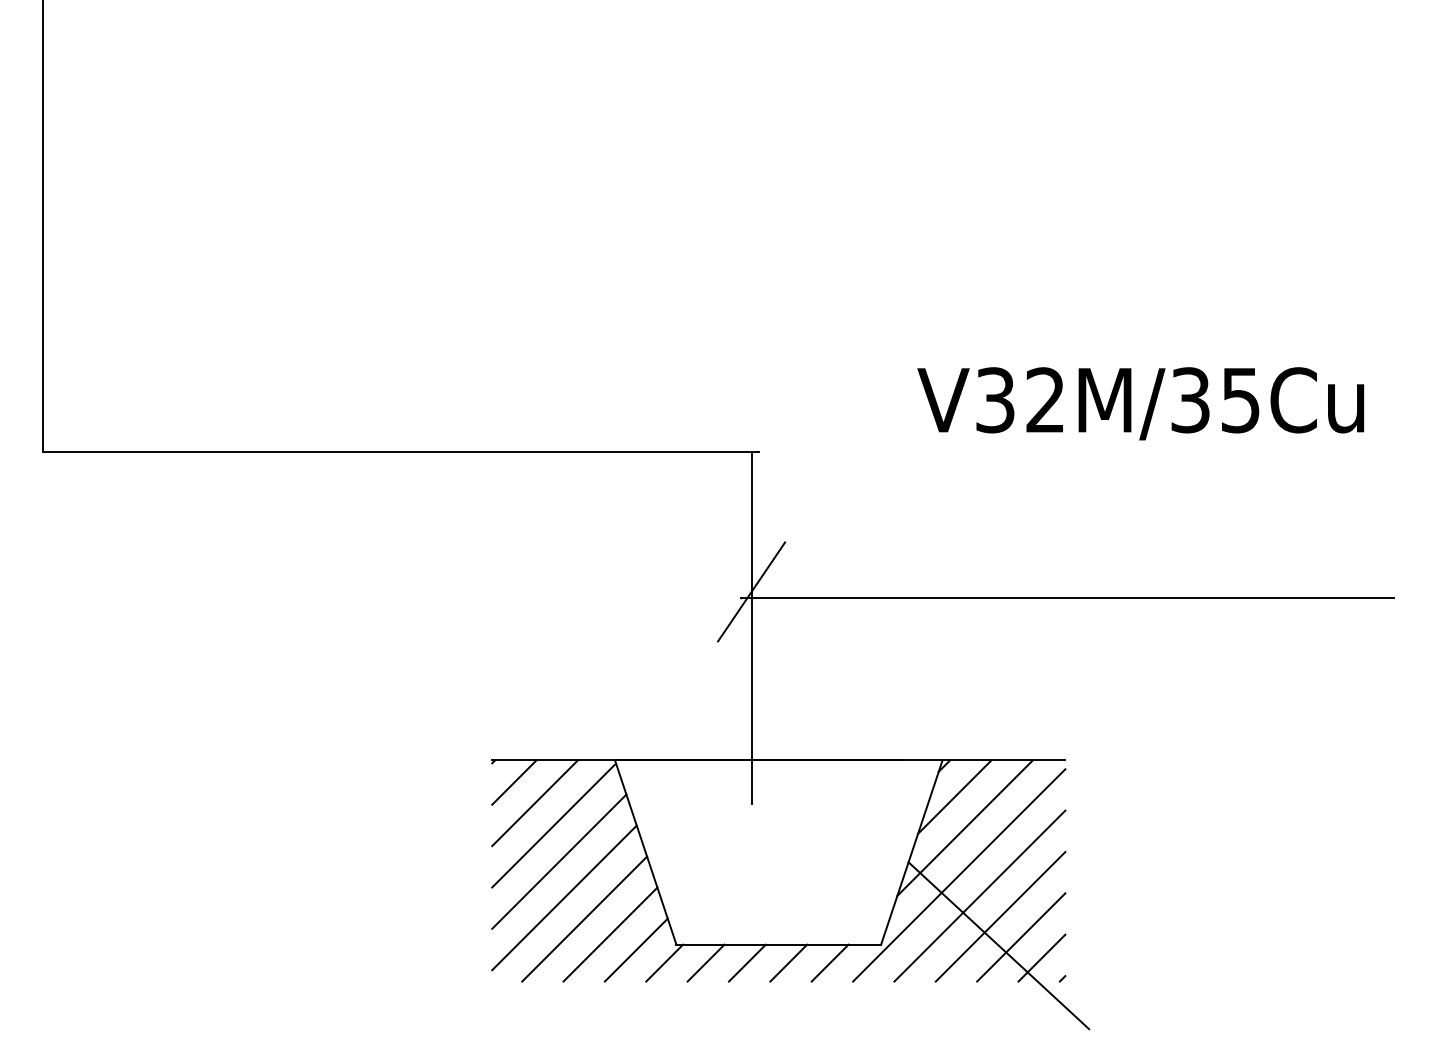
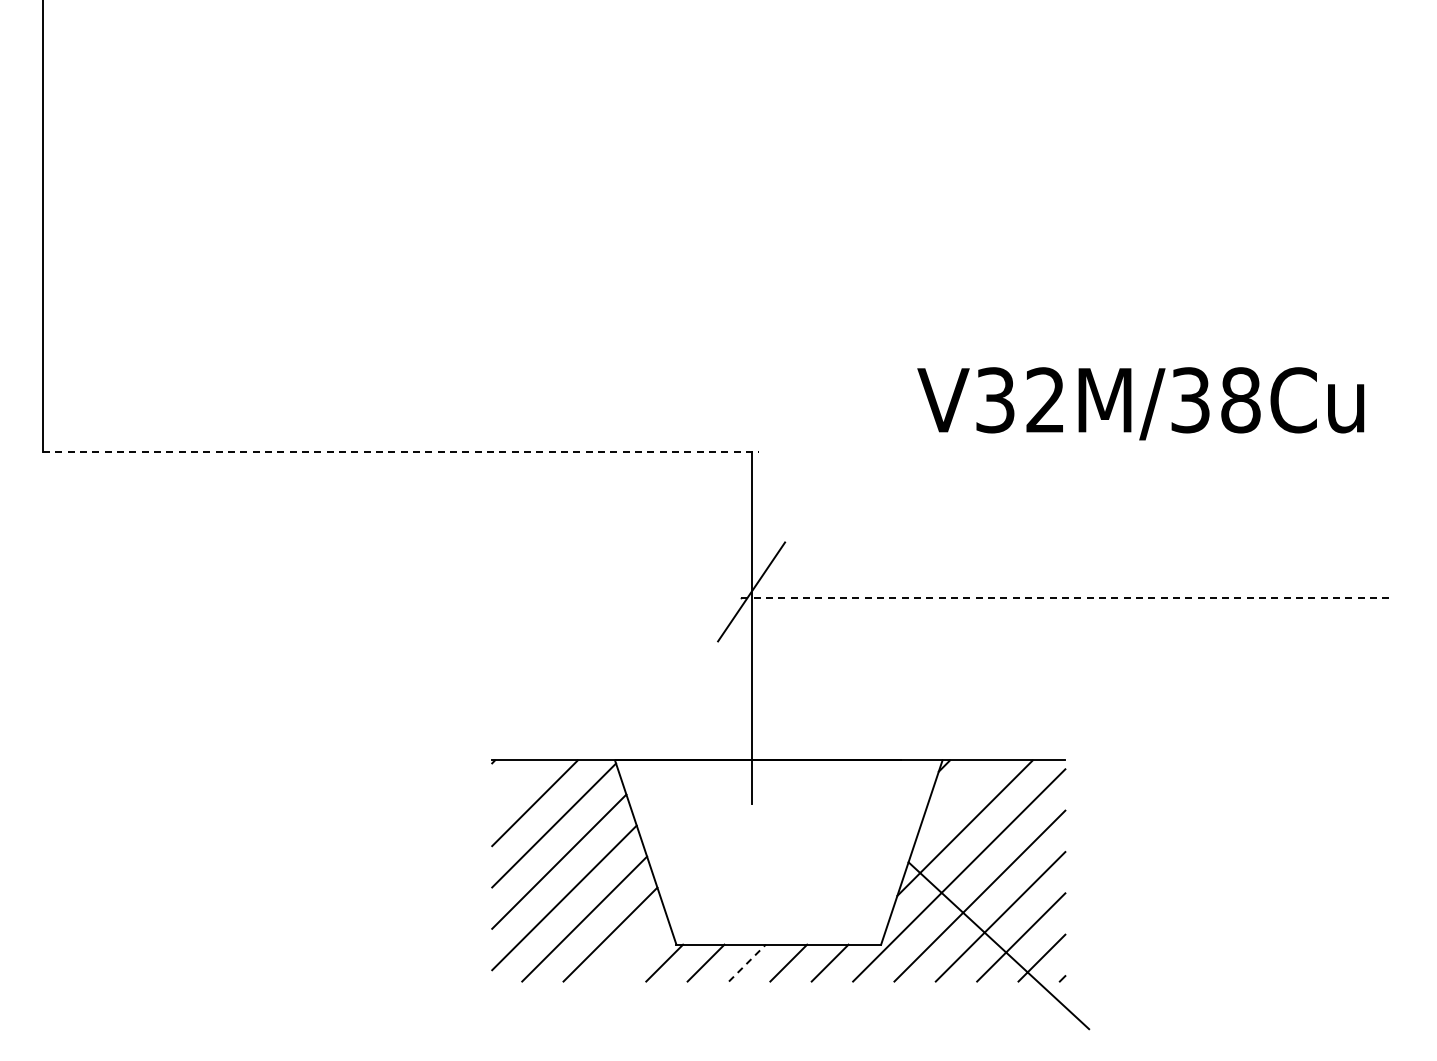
text at (1240, 400): V32M/35Cu -> V32M/38Cu
line at (401, 451): solid -> dashed
line at (1068, 598): solid -> dashed
line at (514, 782): present -> none
line at (954, 796): present -> none
line at (635, 949): present -> none
line at (747, 962): solid -> dashed
